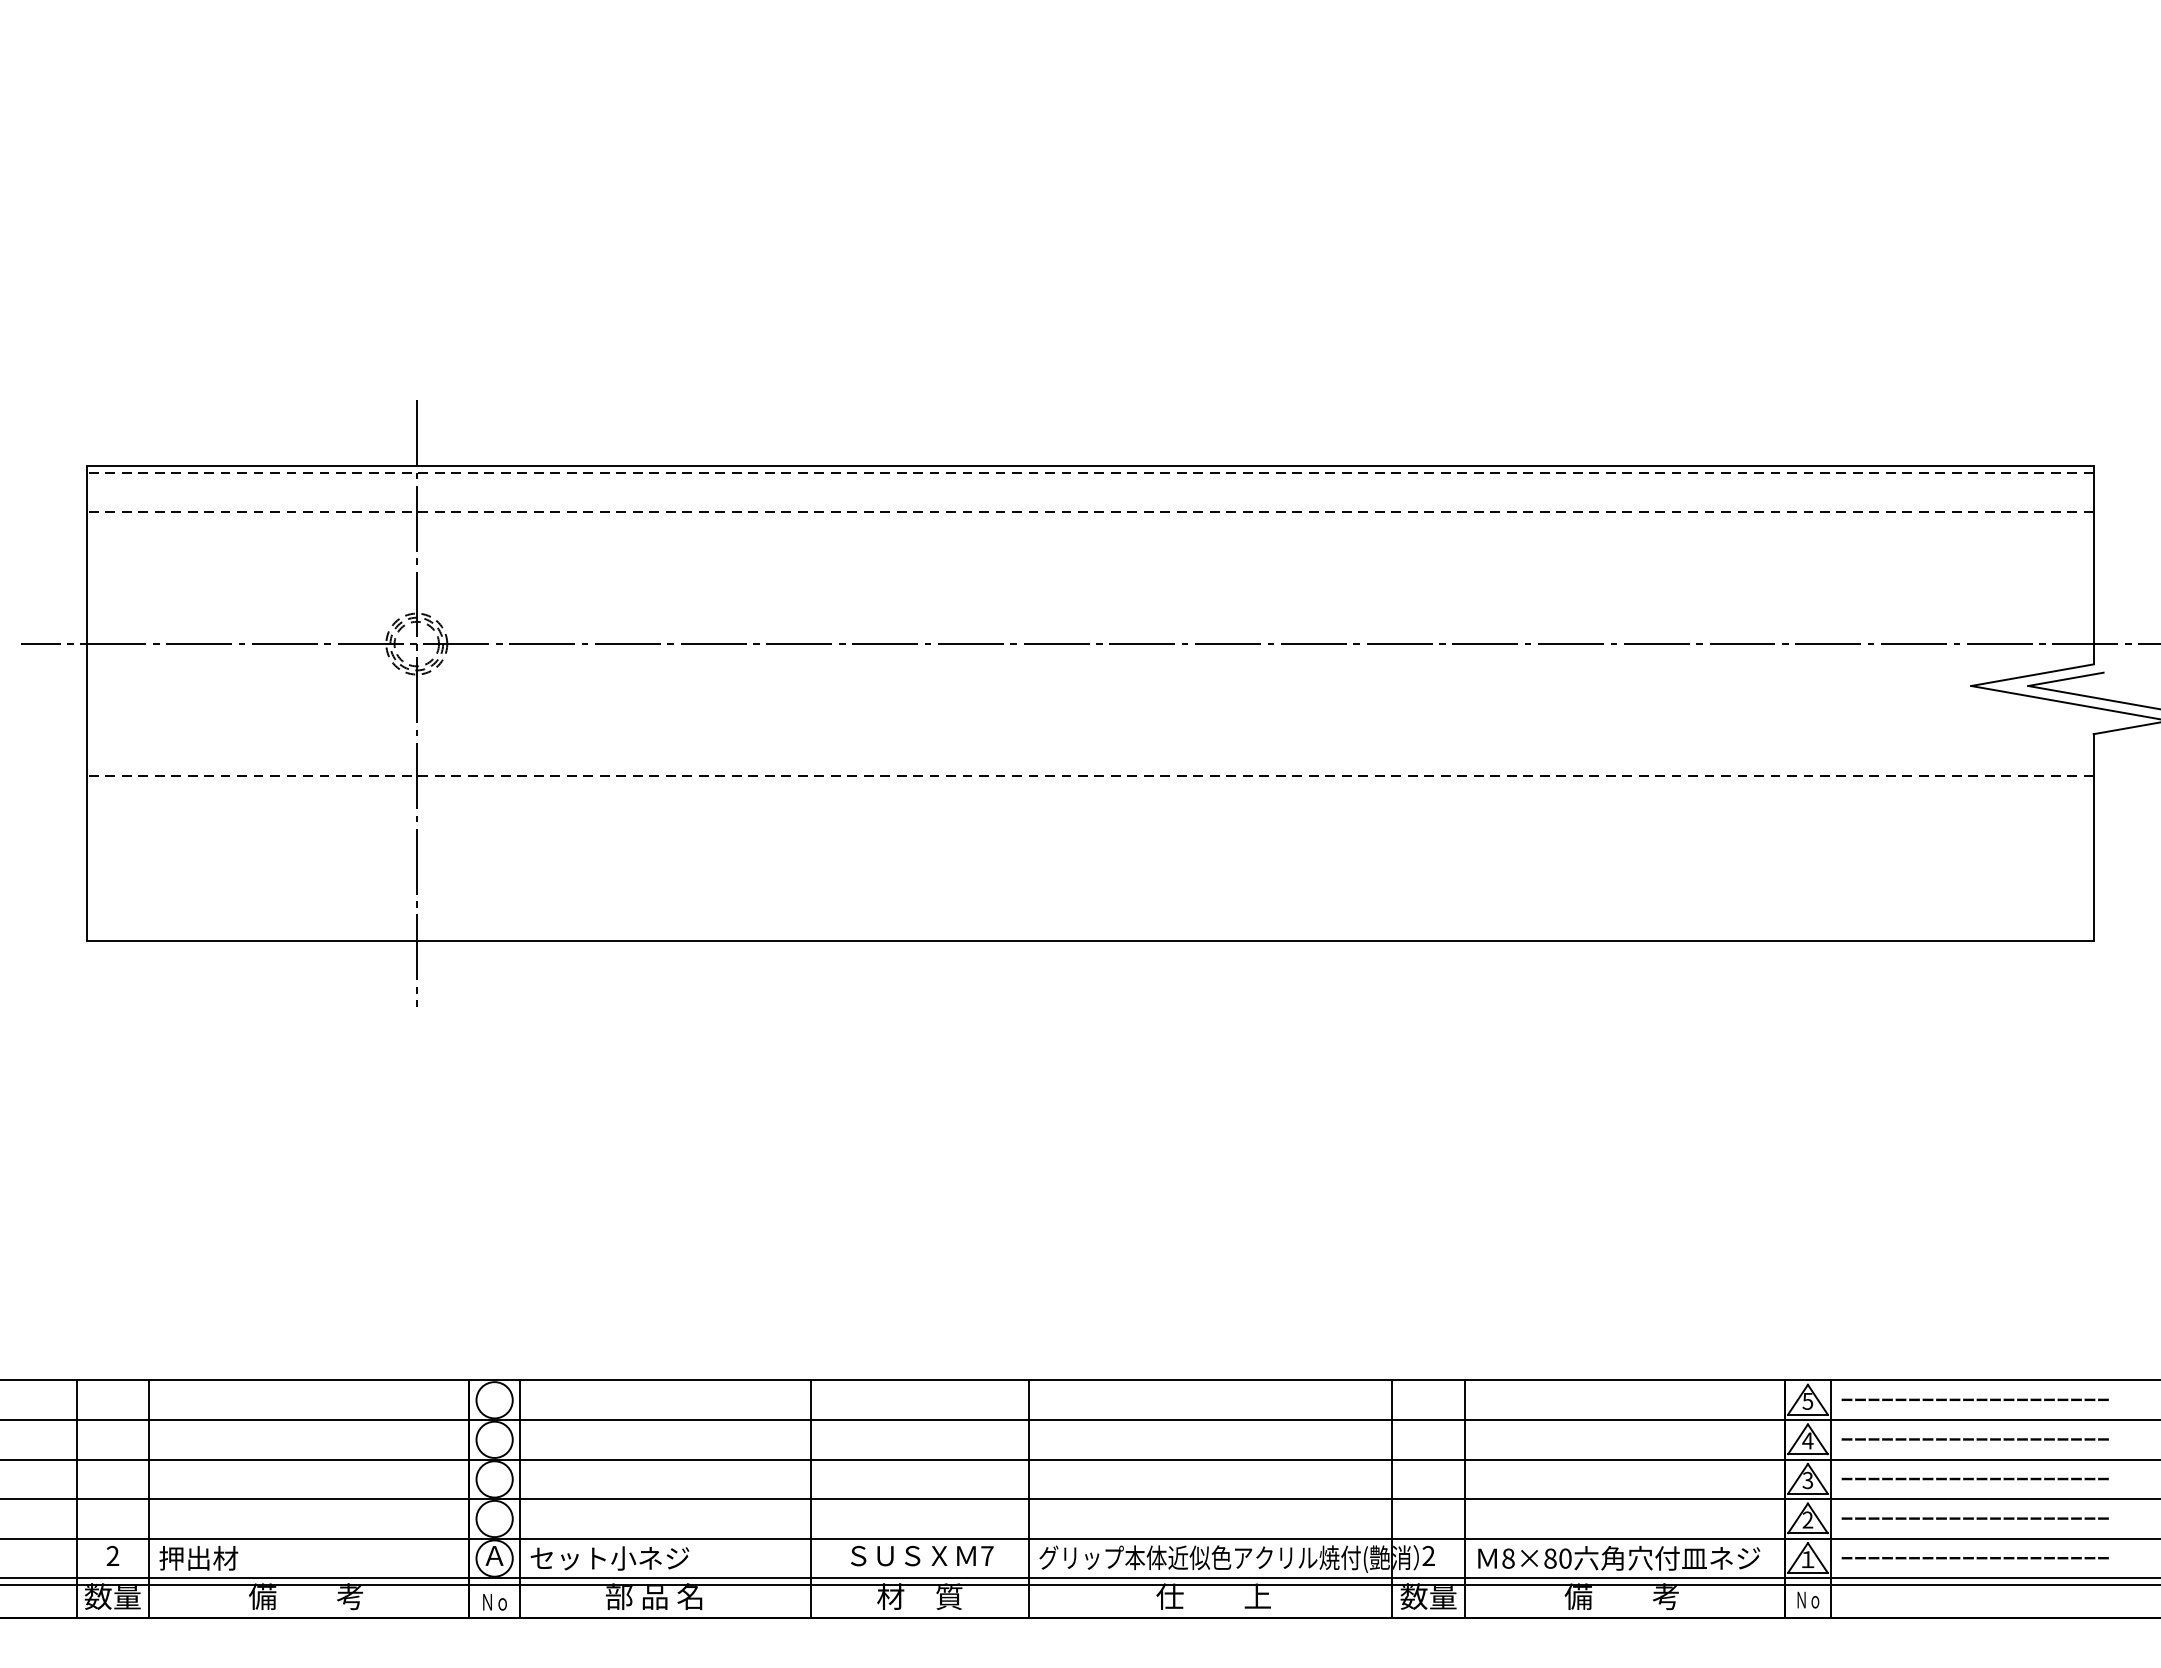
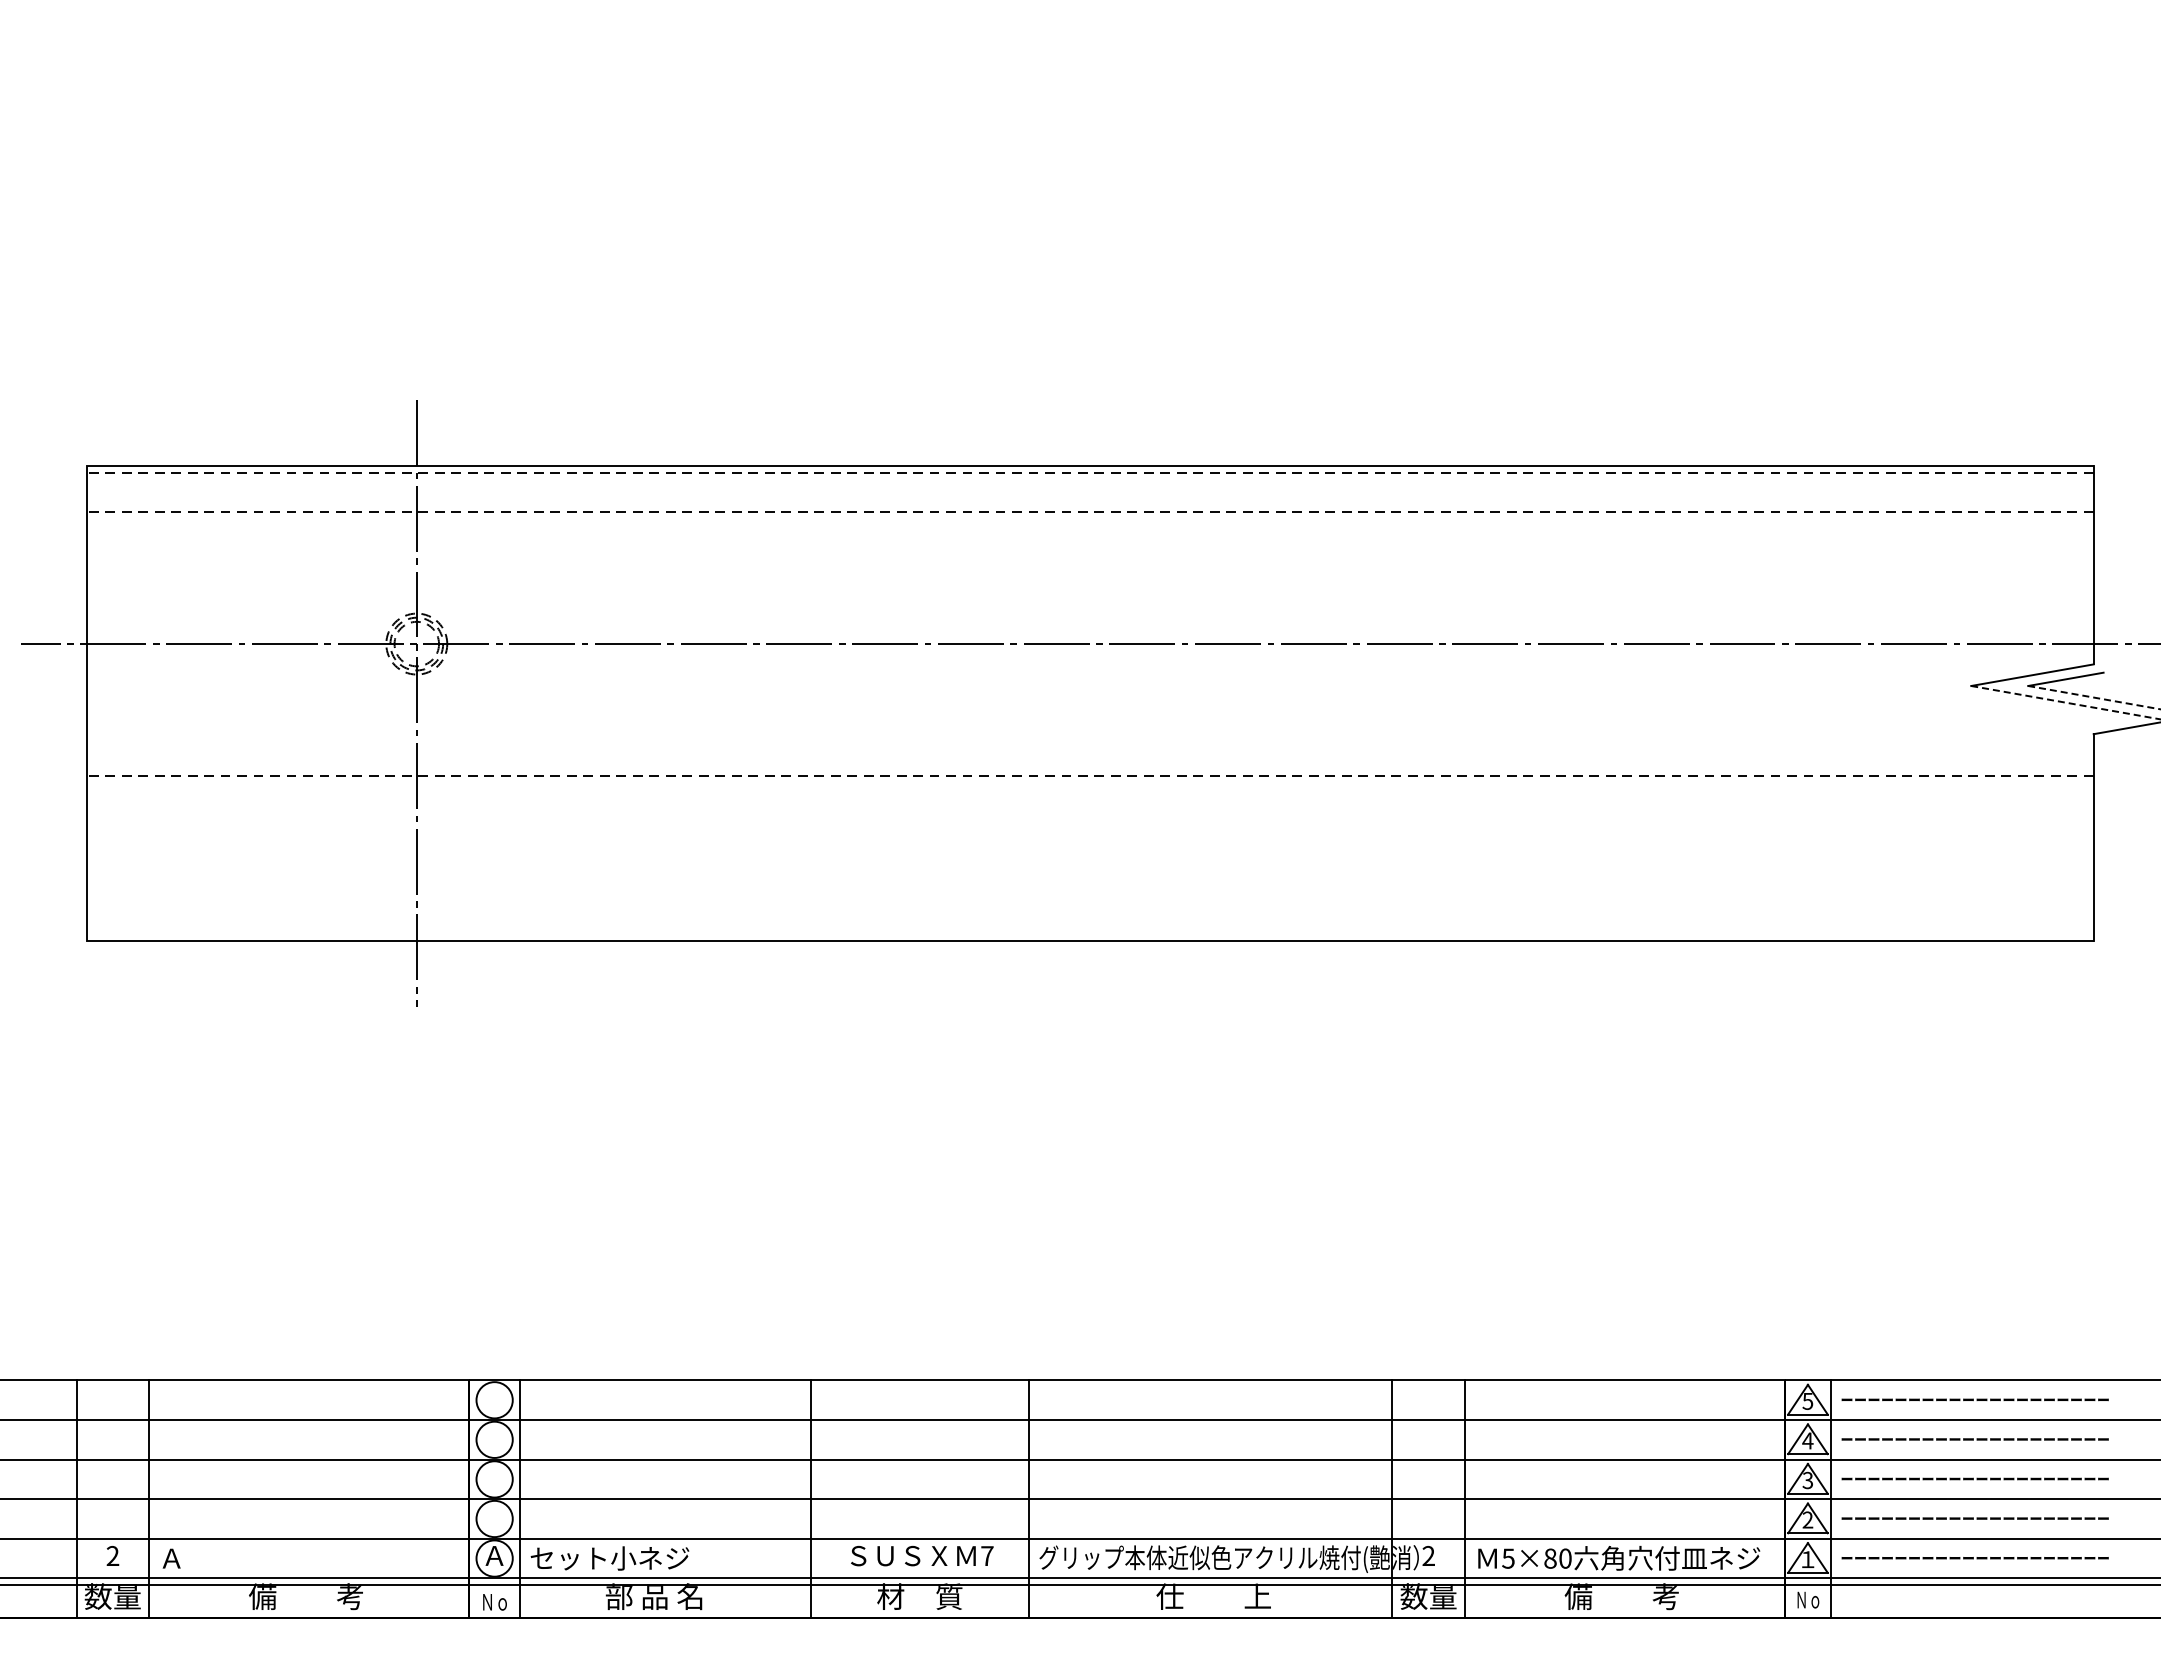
line at (2094, 697): solid -> dashed
line at (2065, 702): solid -> dashed
text at (198, 1558): 押出材 -> Ａ
text at (1508, 1558): 8×80 -> 5×80
